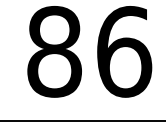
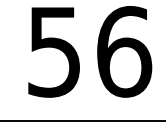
text at (54, 51): 86 -> 56
